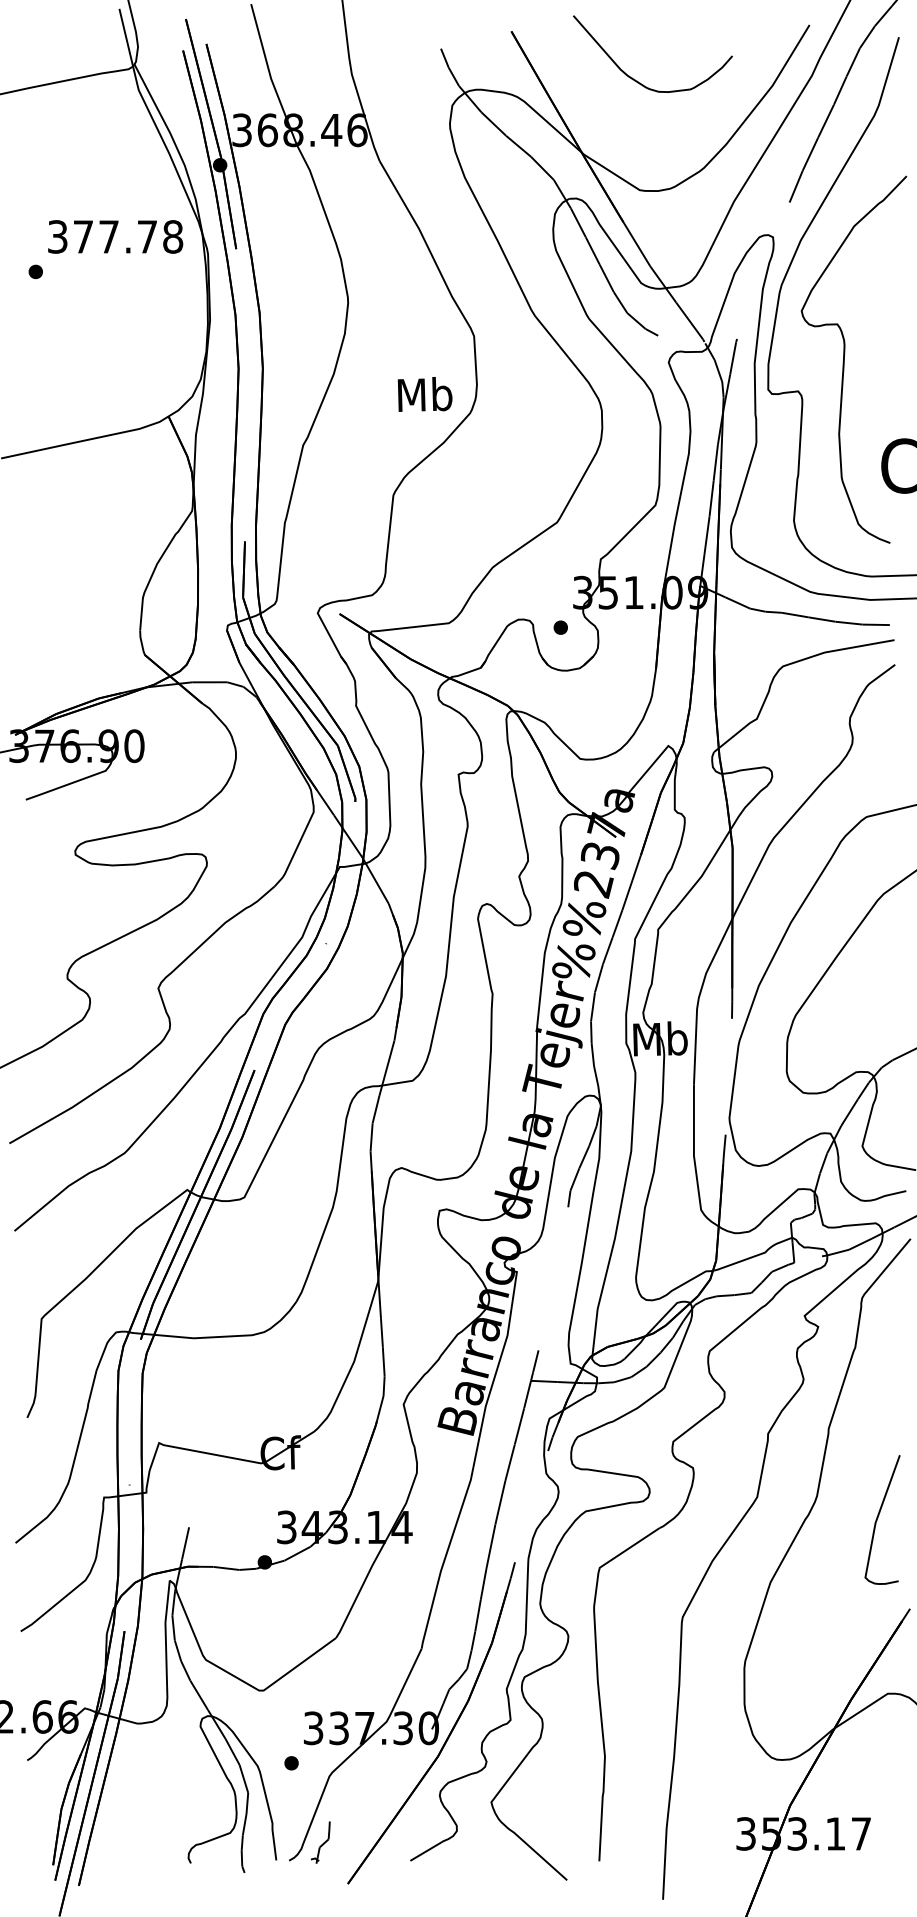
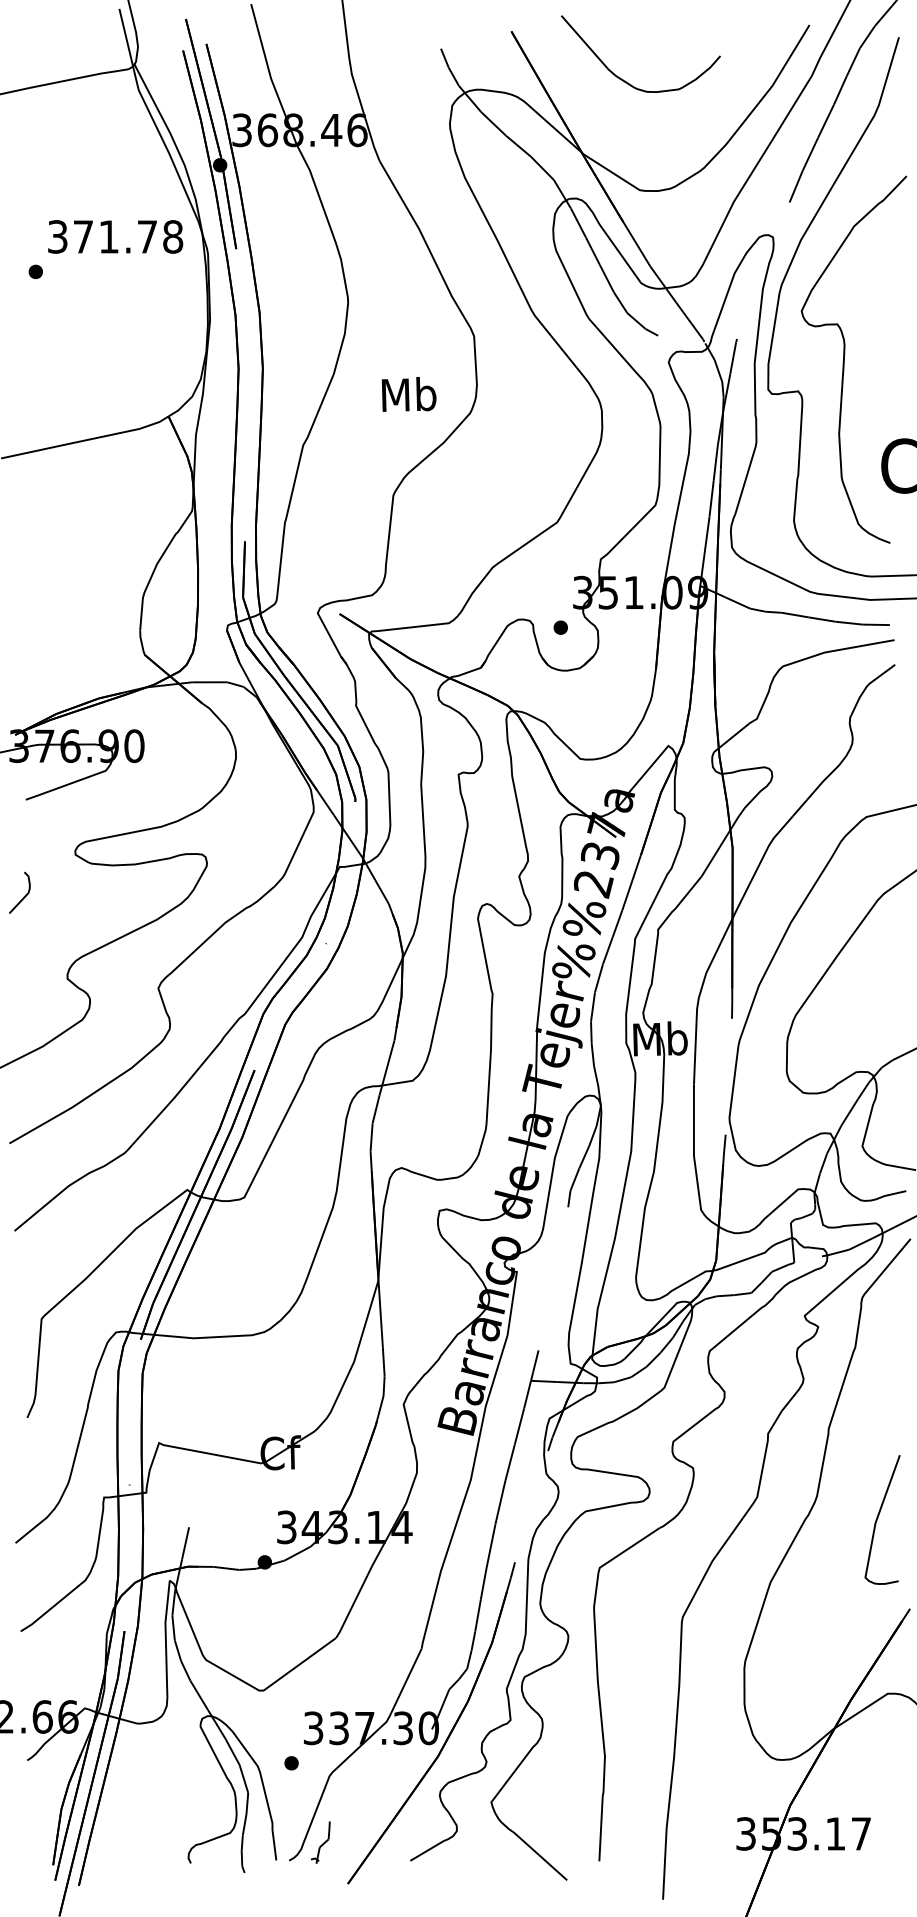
curve at (637, 80) position: (637, 80) -> (625, 80)
text at (108, 236): 377.78 -> 371.78
text at (424, 394) position: (424, 394) -> (408, 394)
curve at (24, 895): none -> present
